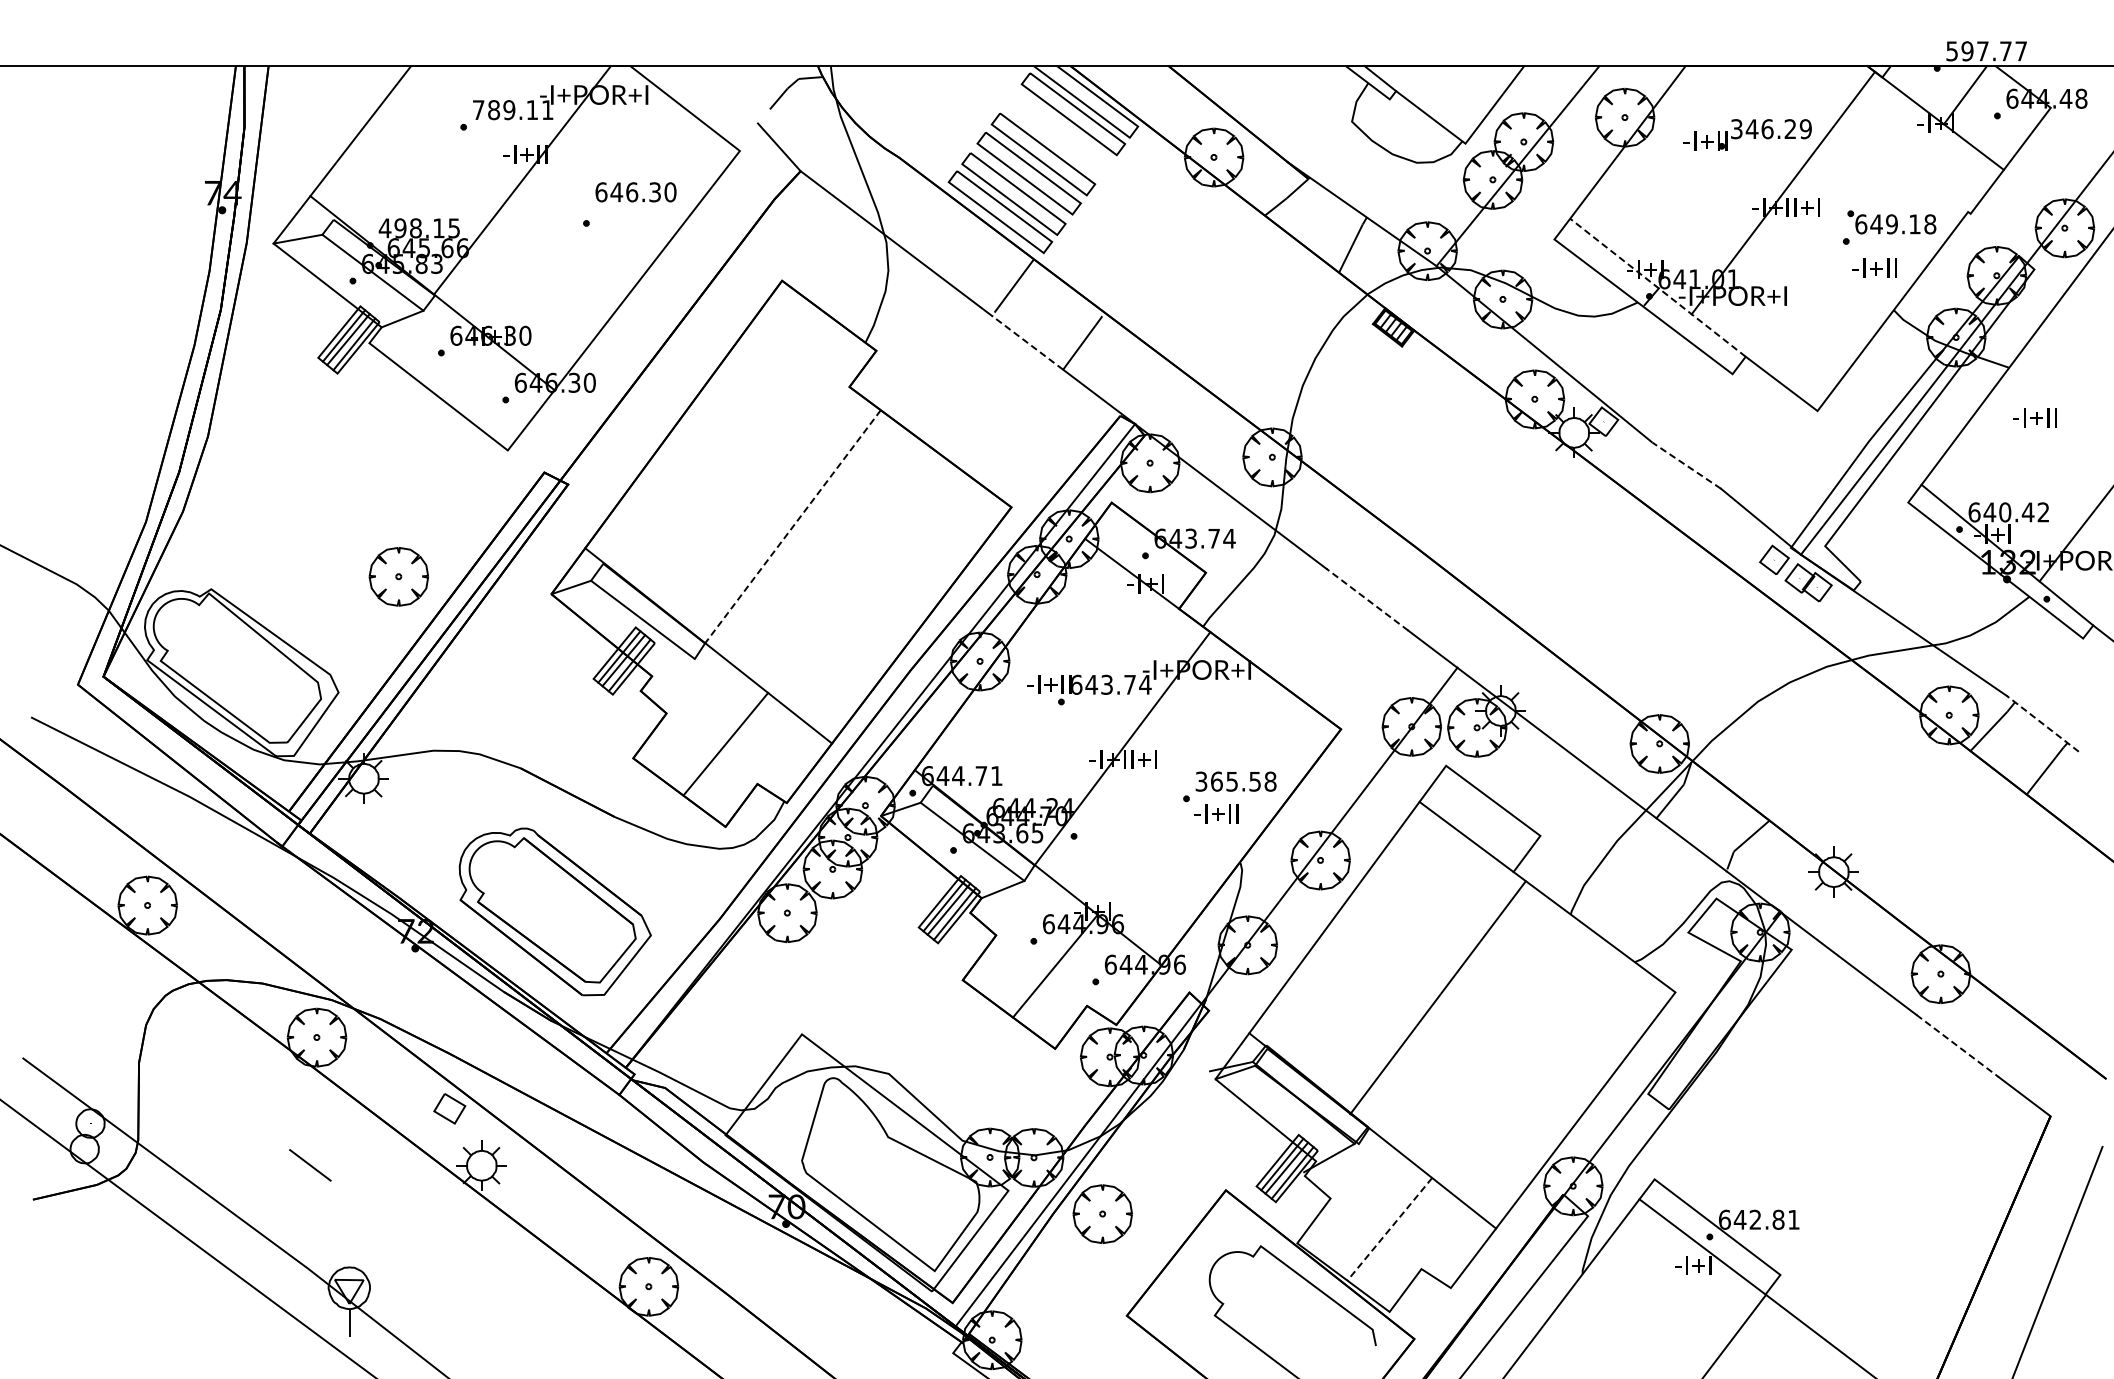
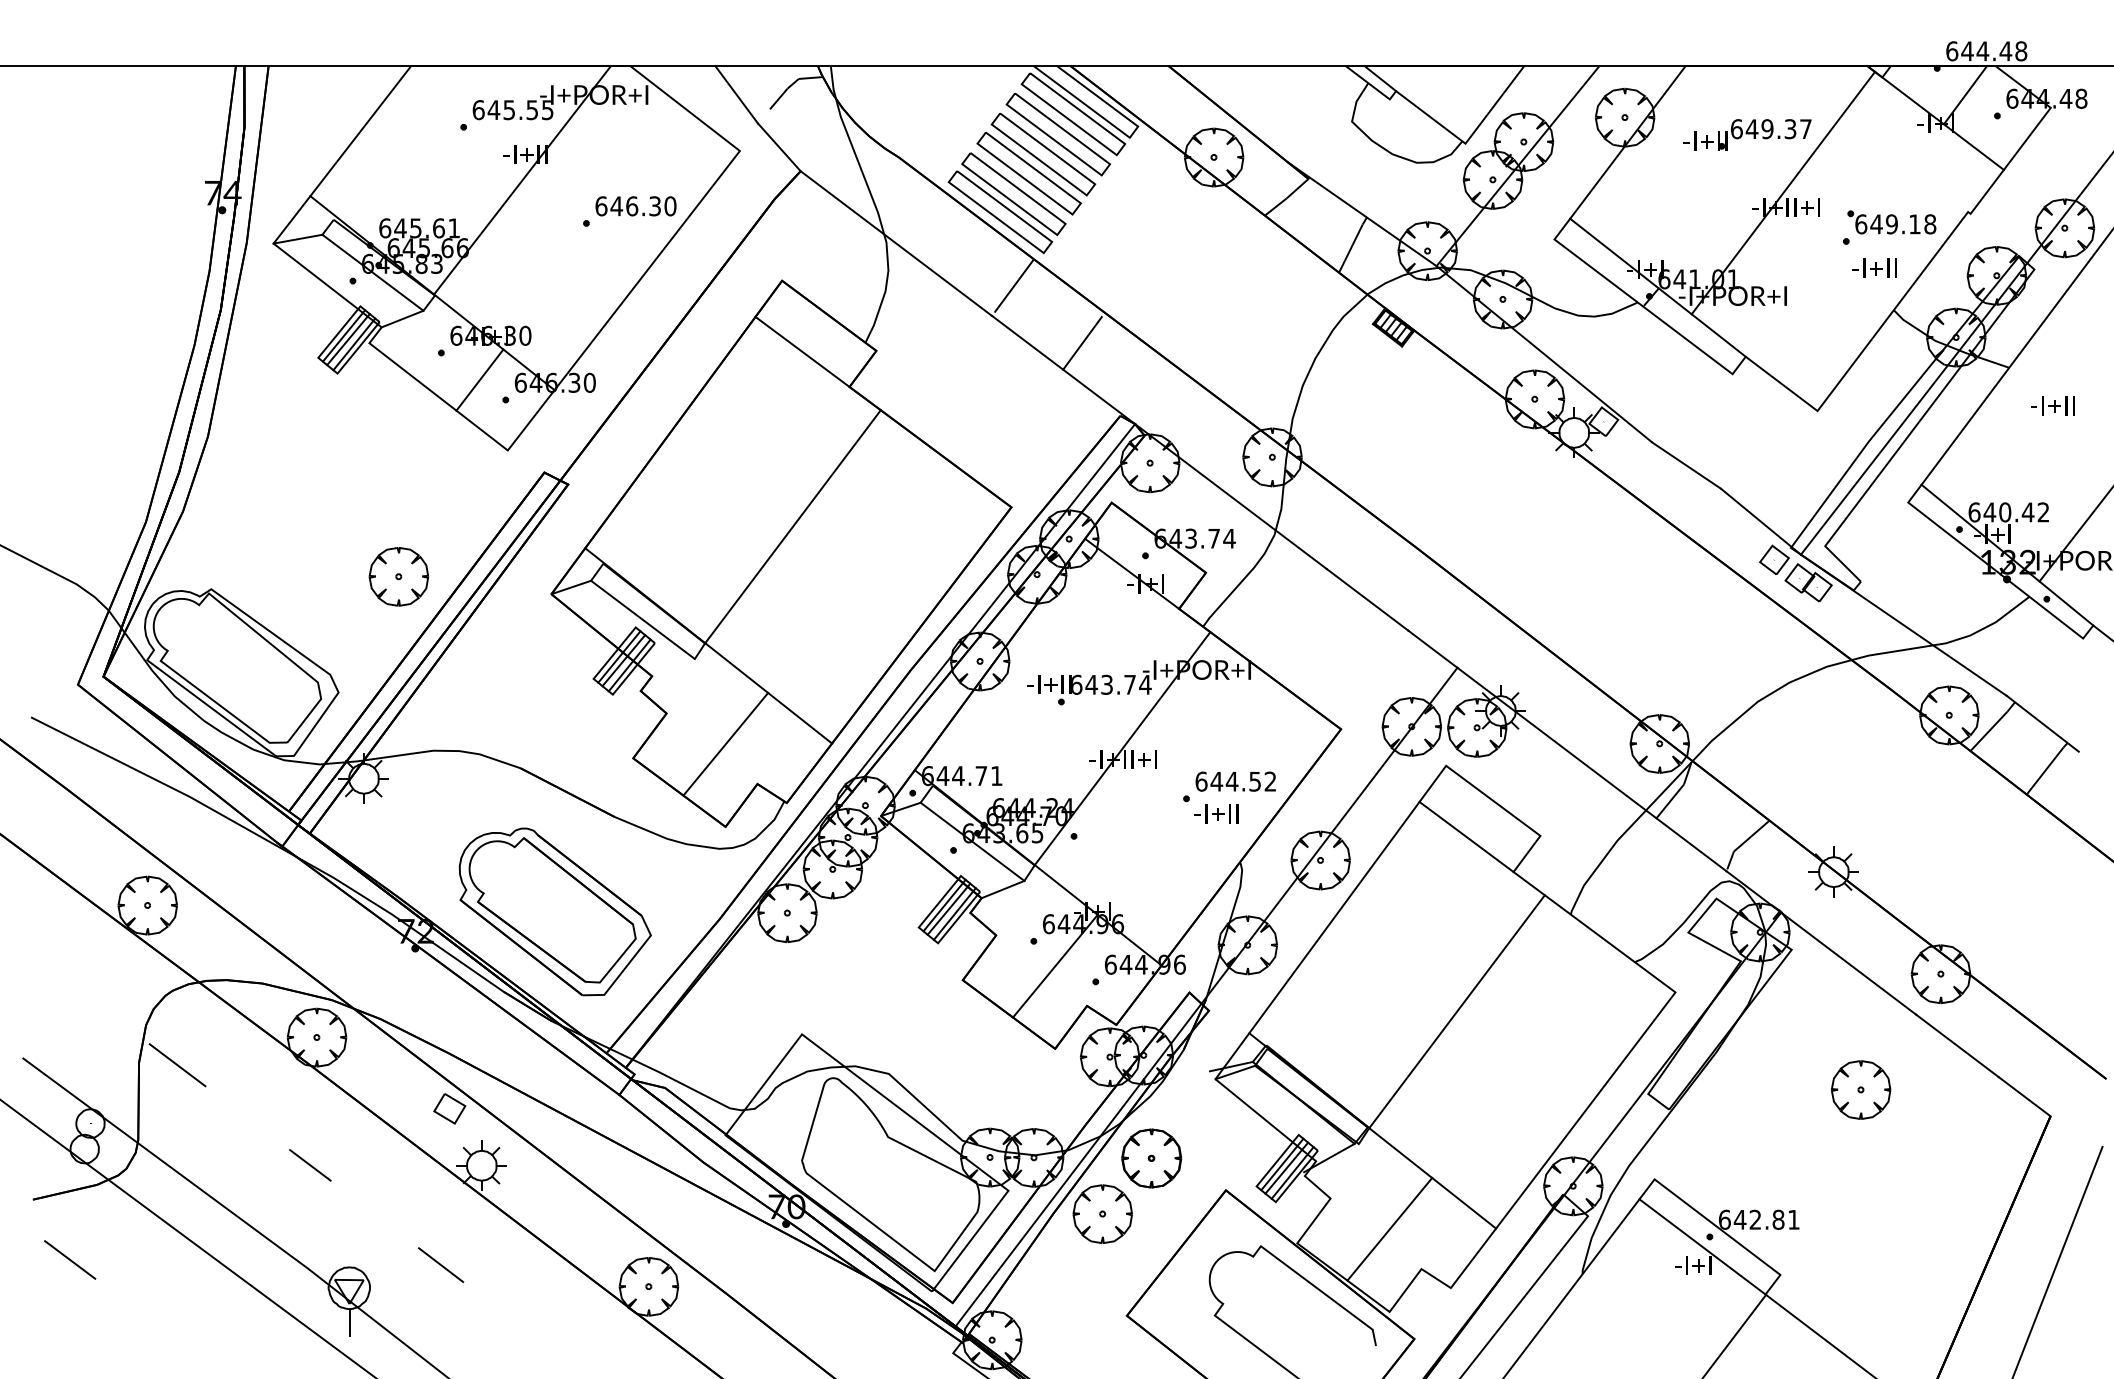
text at (1986, 51): 597.77 -> 644.48
line at (736, 94): none -> present
text at (512, 110): 789.11 -> 645.55
text at (1771, 129): 346.29 -> 649.37
part at (1058, 134): none -> present
text at (635, 192) position: (635, 192) -> (635, 206)
text at (418, 228): 498.15 -> 645.61
line at (1657, 287): dashed -> solid
line at (1027, 342): dashed -> solid
line at (802, 351): none -> present
line at (479, 379): none -> present
text at (2034, 417) position: (2034, 417) -> (2052, 405)
line at (1686, 465): dashed -> solid
line at (793, 526): dashed -> solid
line at (1367, 599): dashed -> solid
line at (2042, 723): dashed -> solid
text at (1235, 781): 365.58 -> 644.52
line at (1437, 997) position: (1437, 997) -> (1456, 1011)
line at (1957, 1046): dashed -> solid
line at (177, 1065): none -> present
part at (1860, 1089): none -> present
part at (1151, 1158): none -> present
line at (1389, 1229): dashed -> solid
line at (70, 1259): none -> present
line at (440, 1264): none -> present
